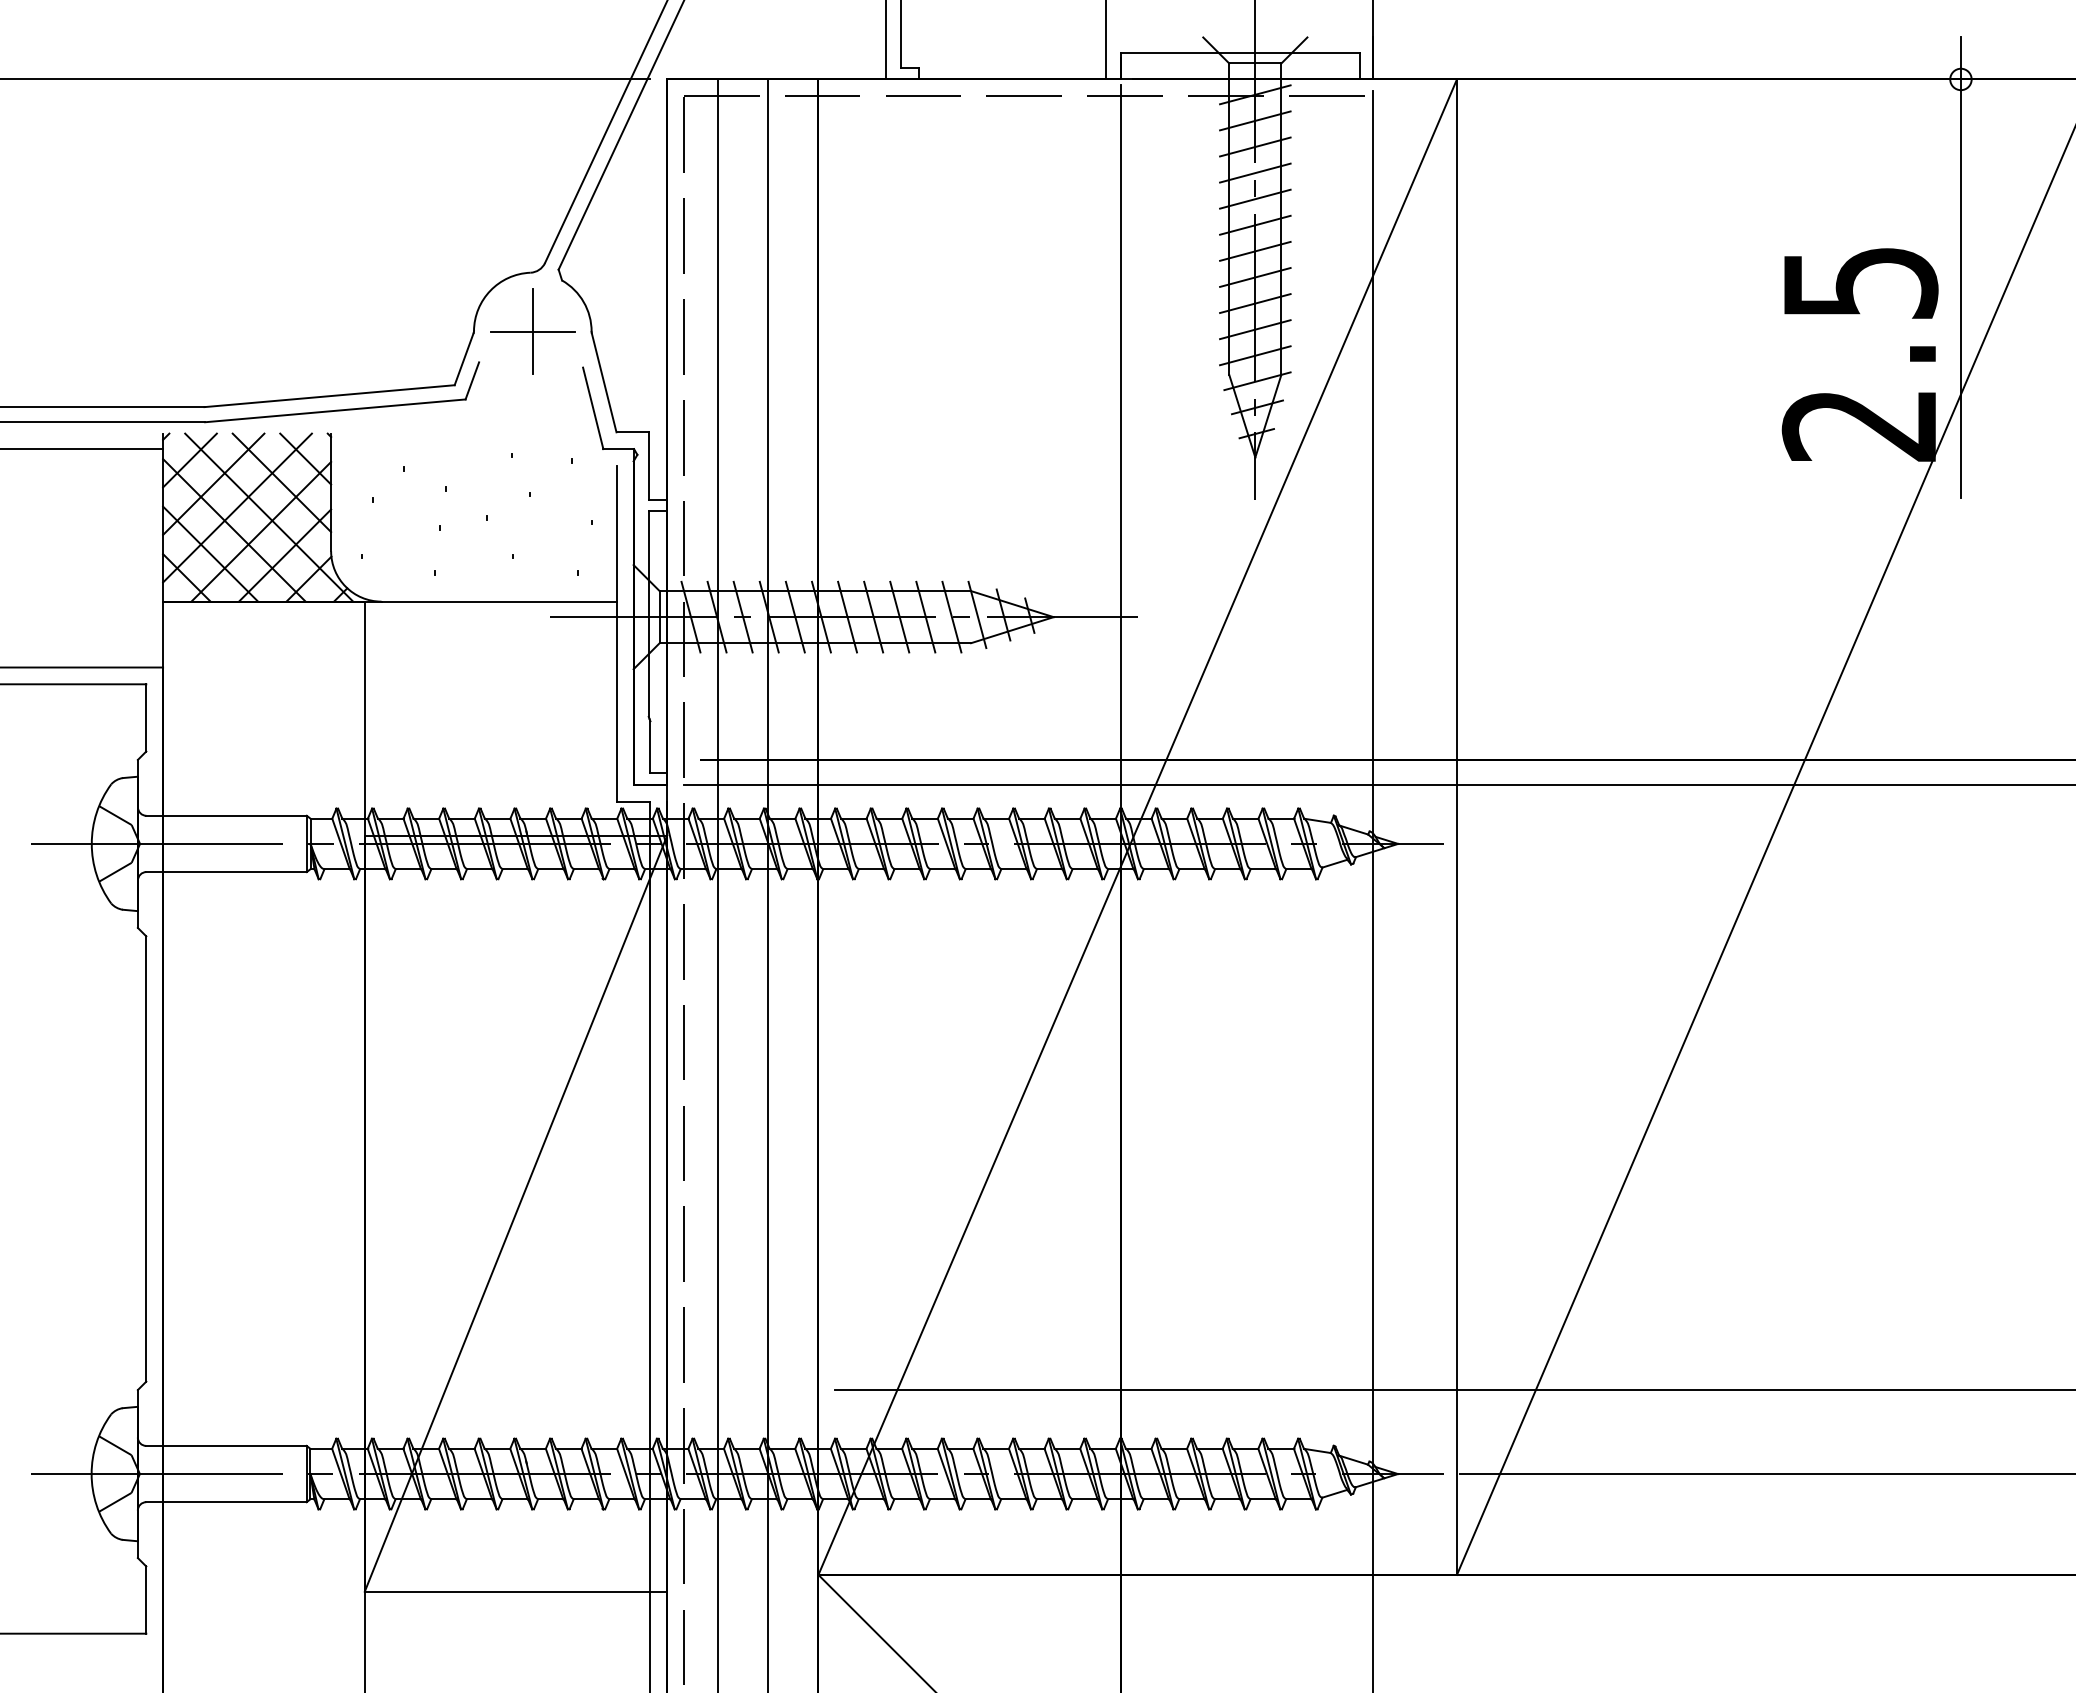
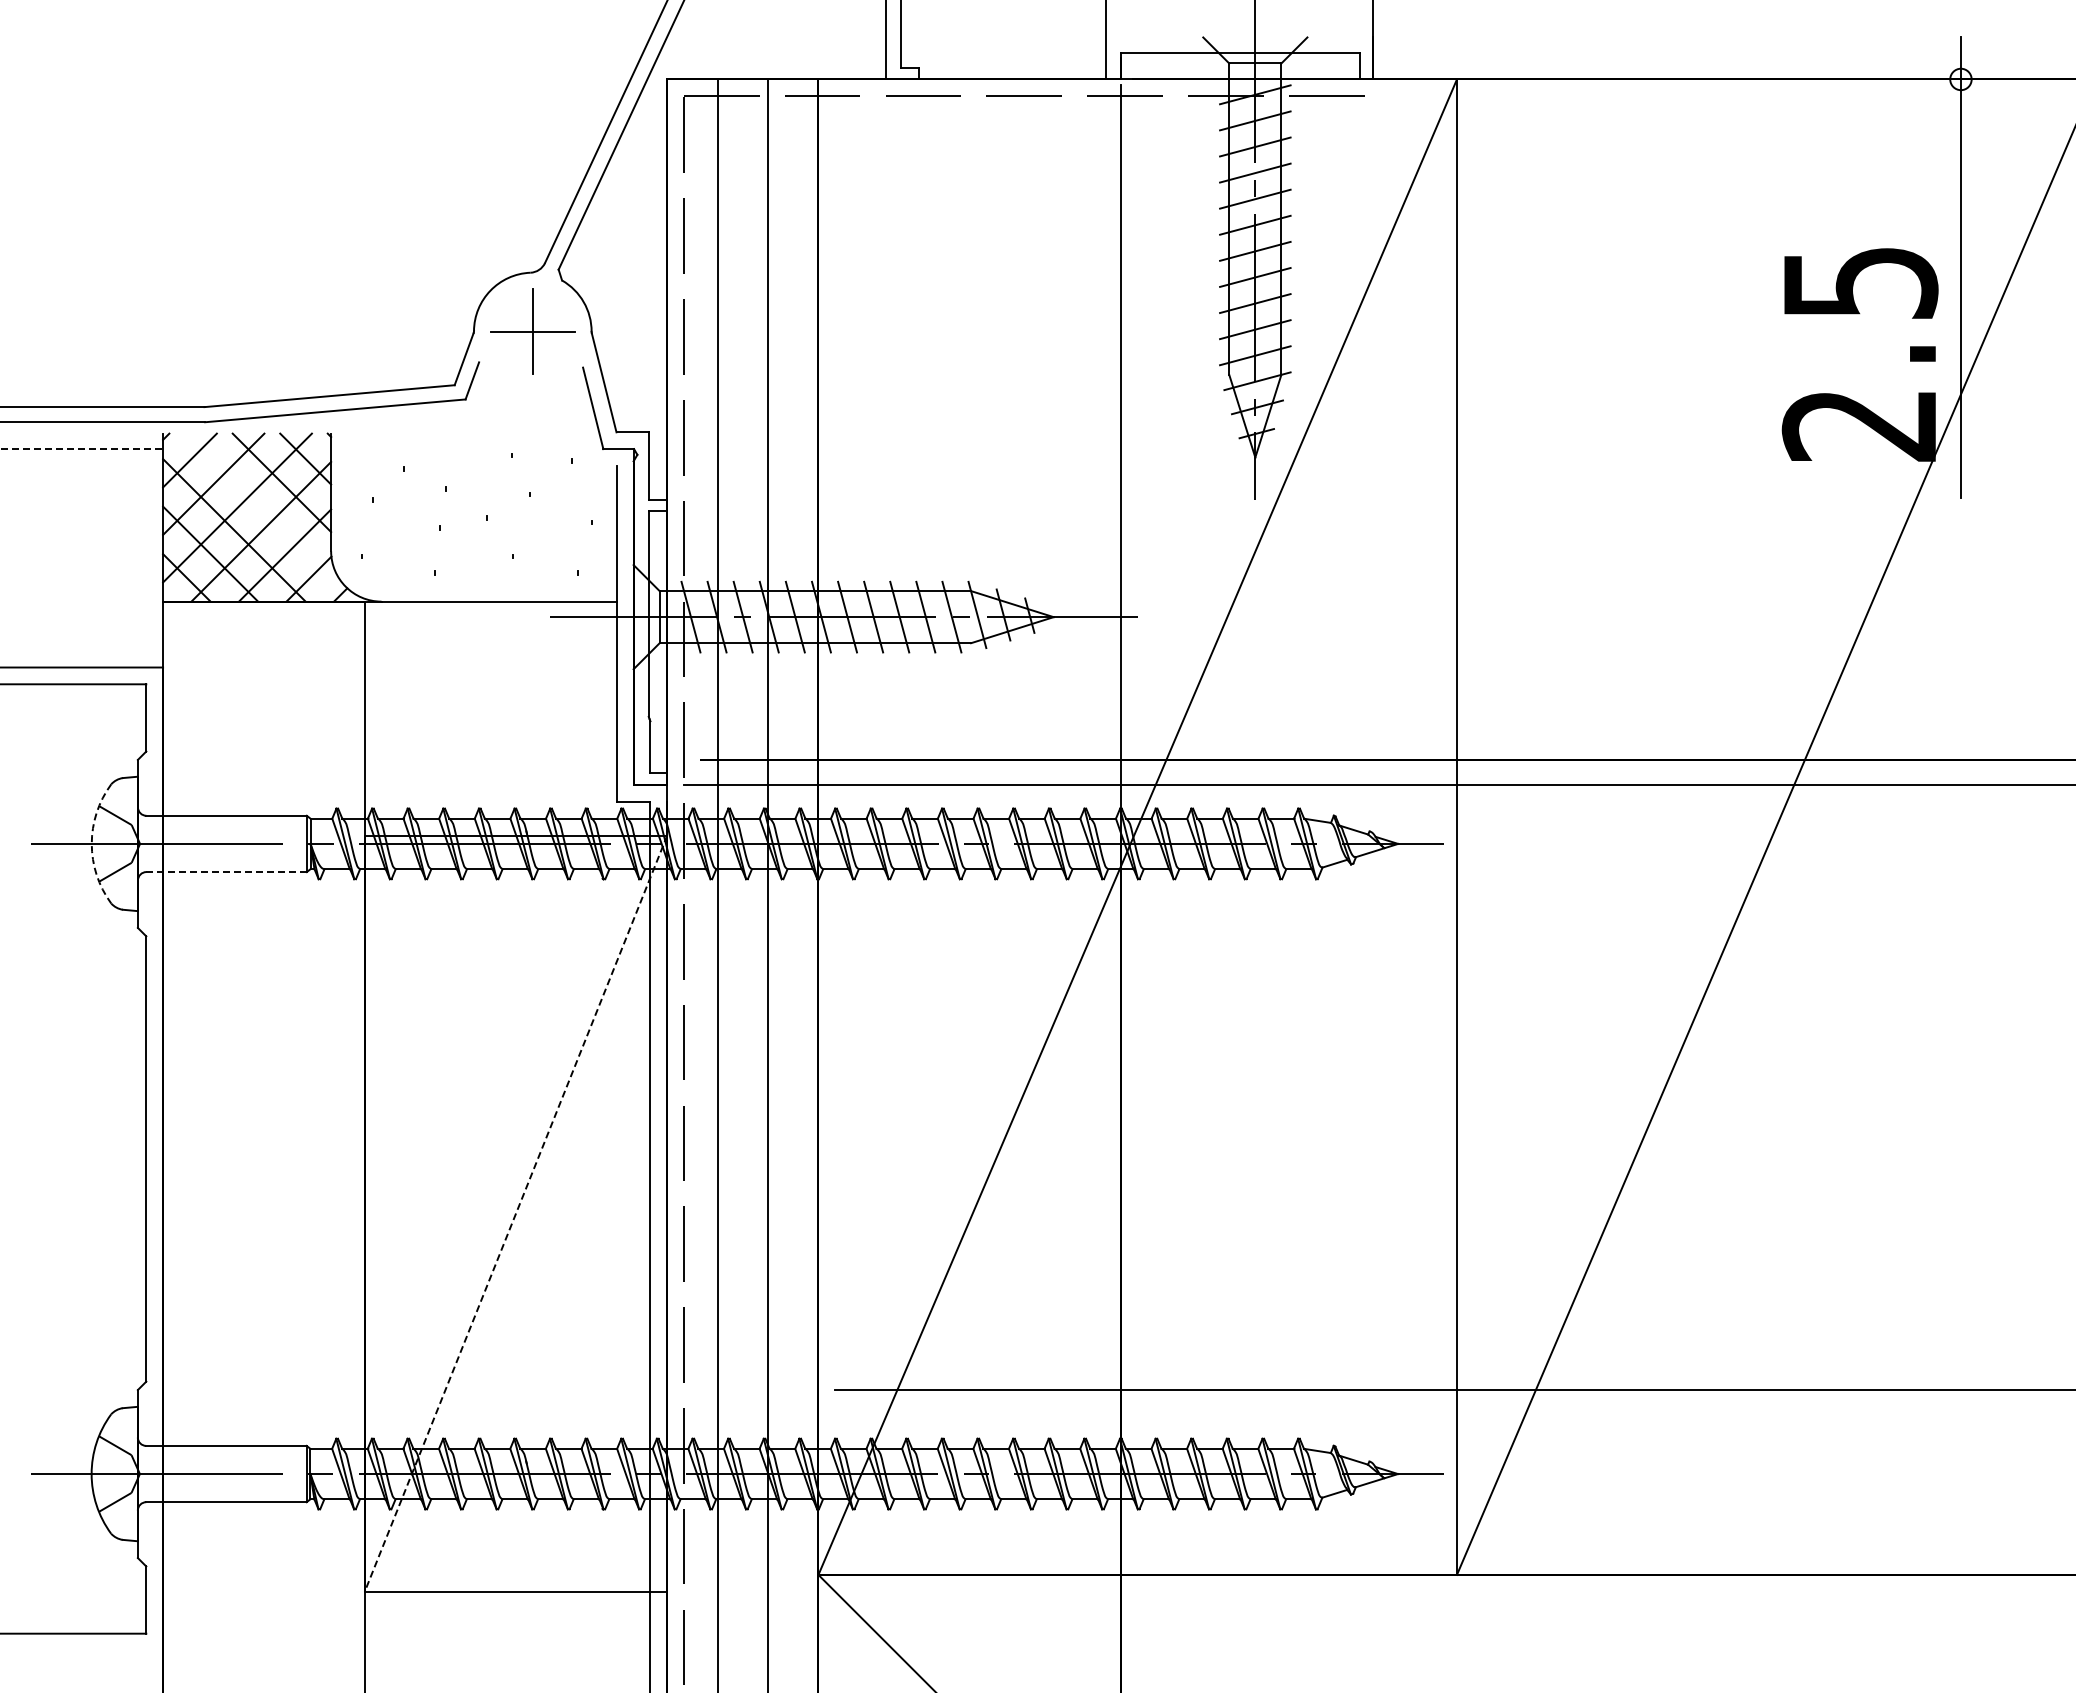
line at (326, 79): present -> none
line at (82, 449): solid -> dashed
line at (269, 517): present -> none
arc at (91, 843): solid -> dashed
line at (227, 872): solid -> dashed
line at (1372, 890): present -> none
line at (515, 1214): solid -> dashed
line at (1766, 1474): present -> none
